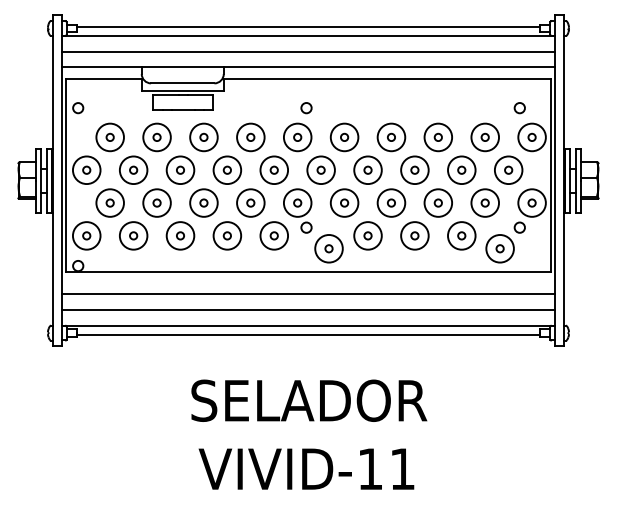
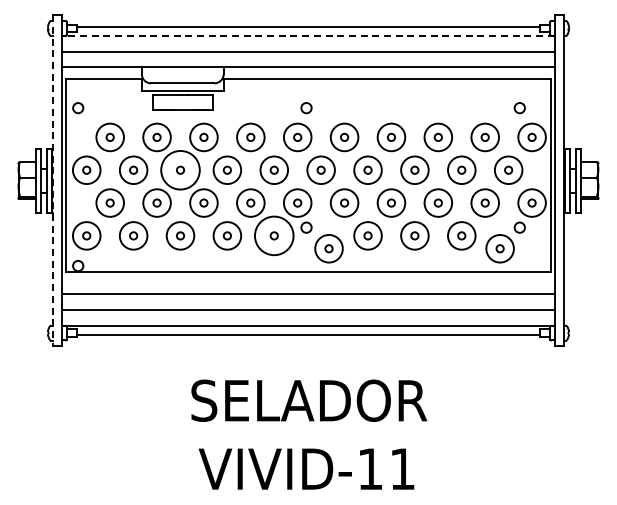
line at (307, 35): solid -> dashed
circle at (180, 170) diameter: 28 px -> 39 px
line at (53, 181): solid -> dashed
circle at (274, 235) diameter: 28 px -> 39 px
